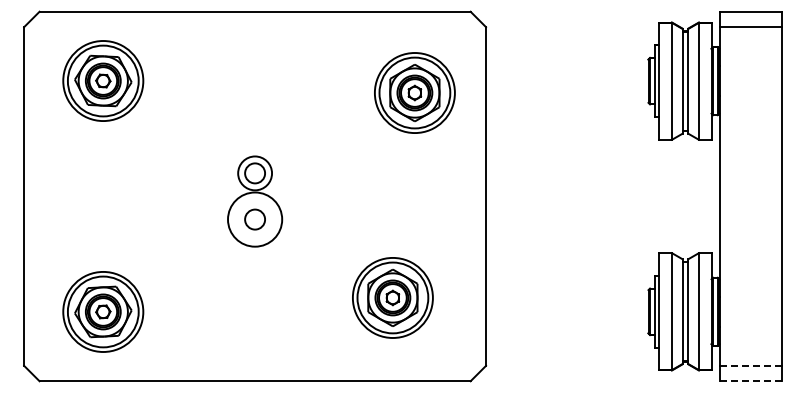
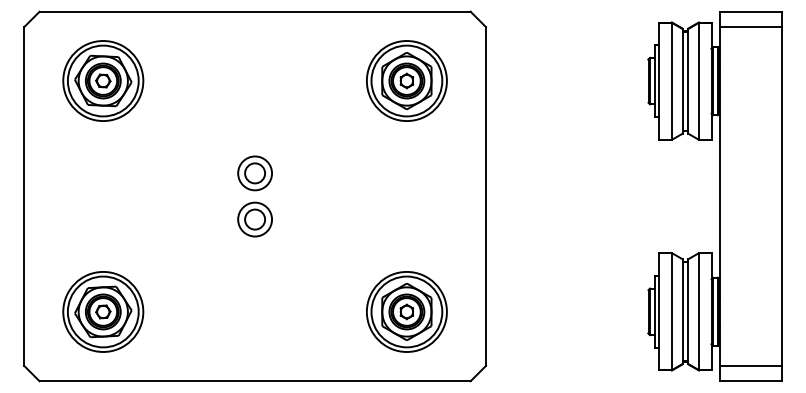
part at (414, 92) position: (414, 92) -> (406, 80)
circle at (255, 219) diameter: 54 px -> 34 px
part at (392, 297) position: (392, 297) -> (406, 311)
line at (751, 365): dashed -> solid
line at (751, 381): dashed -> solid
